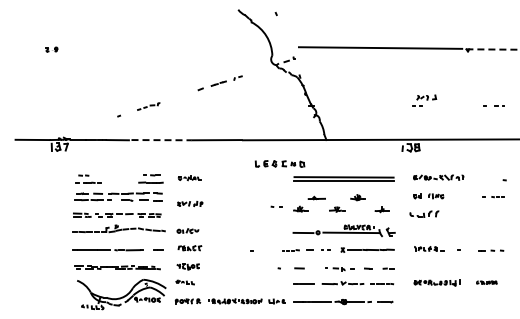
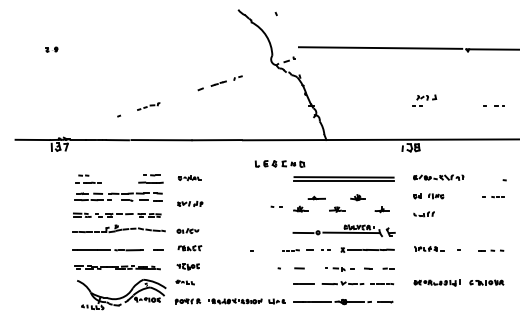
line at (493, 49): dashed -> solid
line at (162, 140): dashed -> solid
part at (424, 213) size: 31x8 px -> 22x7 px
part at (486, 282) size: 22x5 px -> 36x7 px
